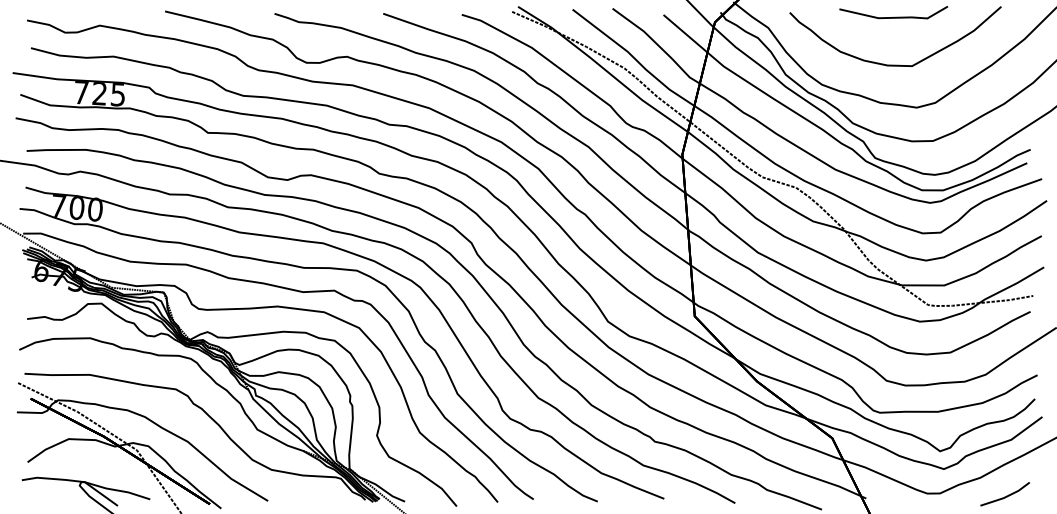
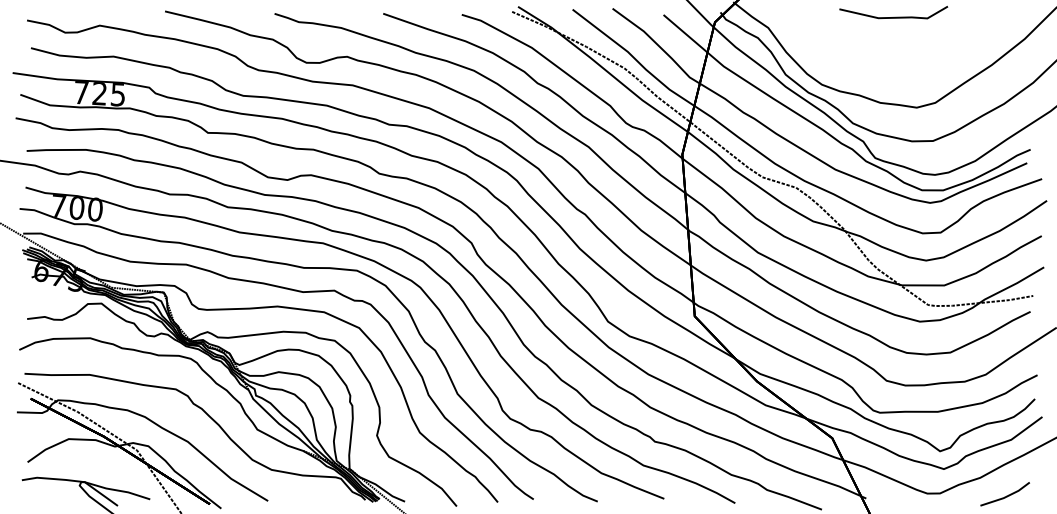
part at (895, 64): present -> none
